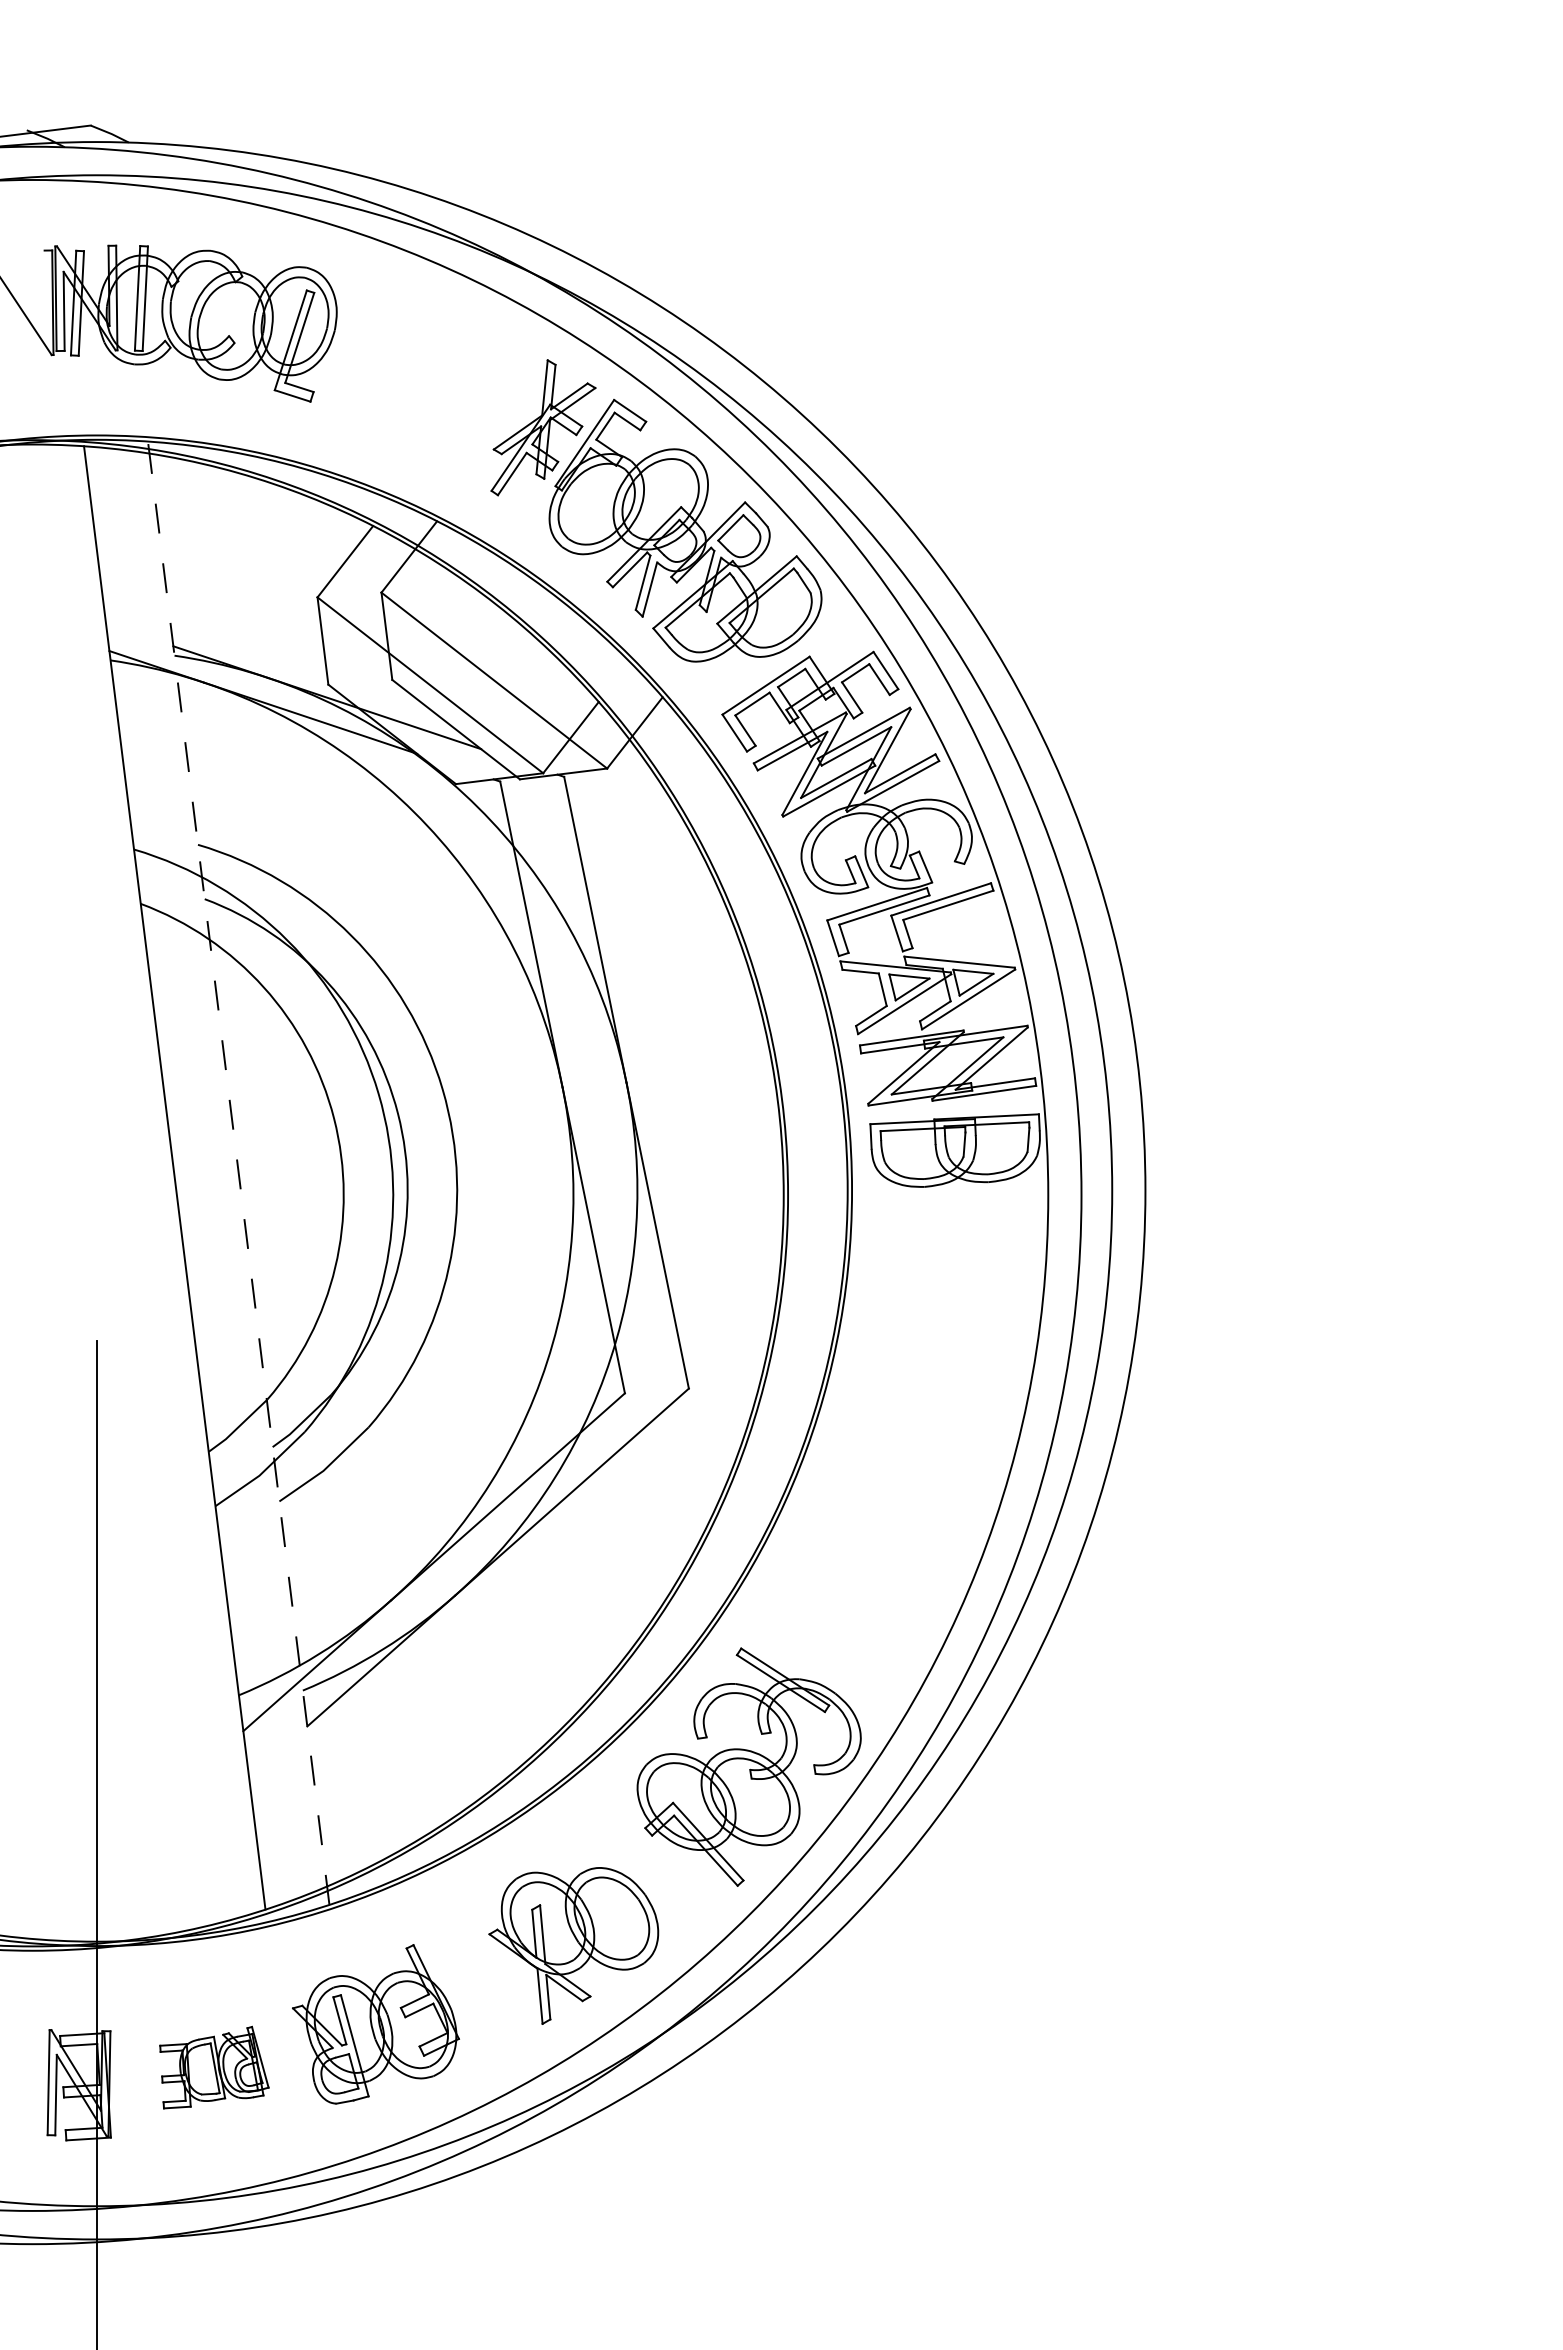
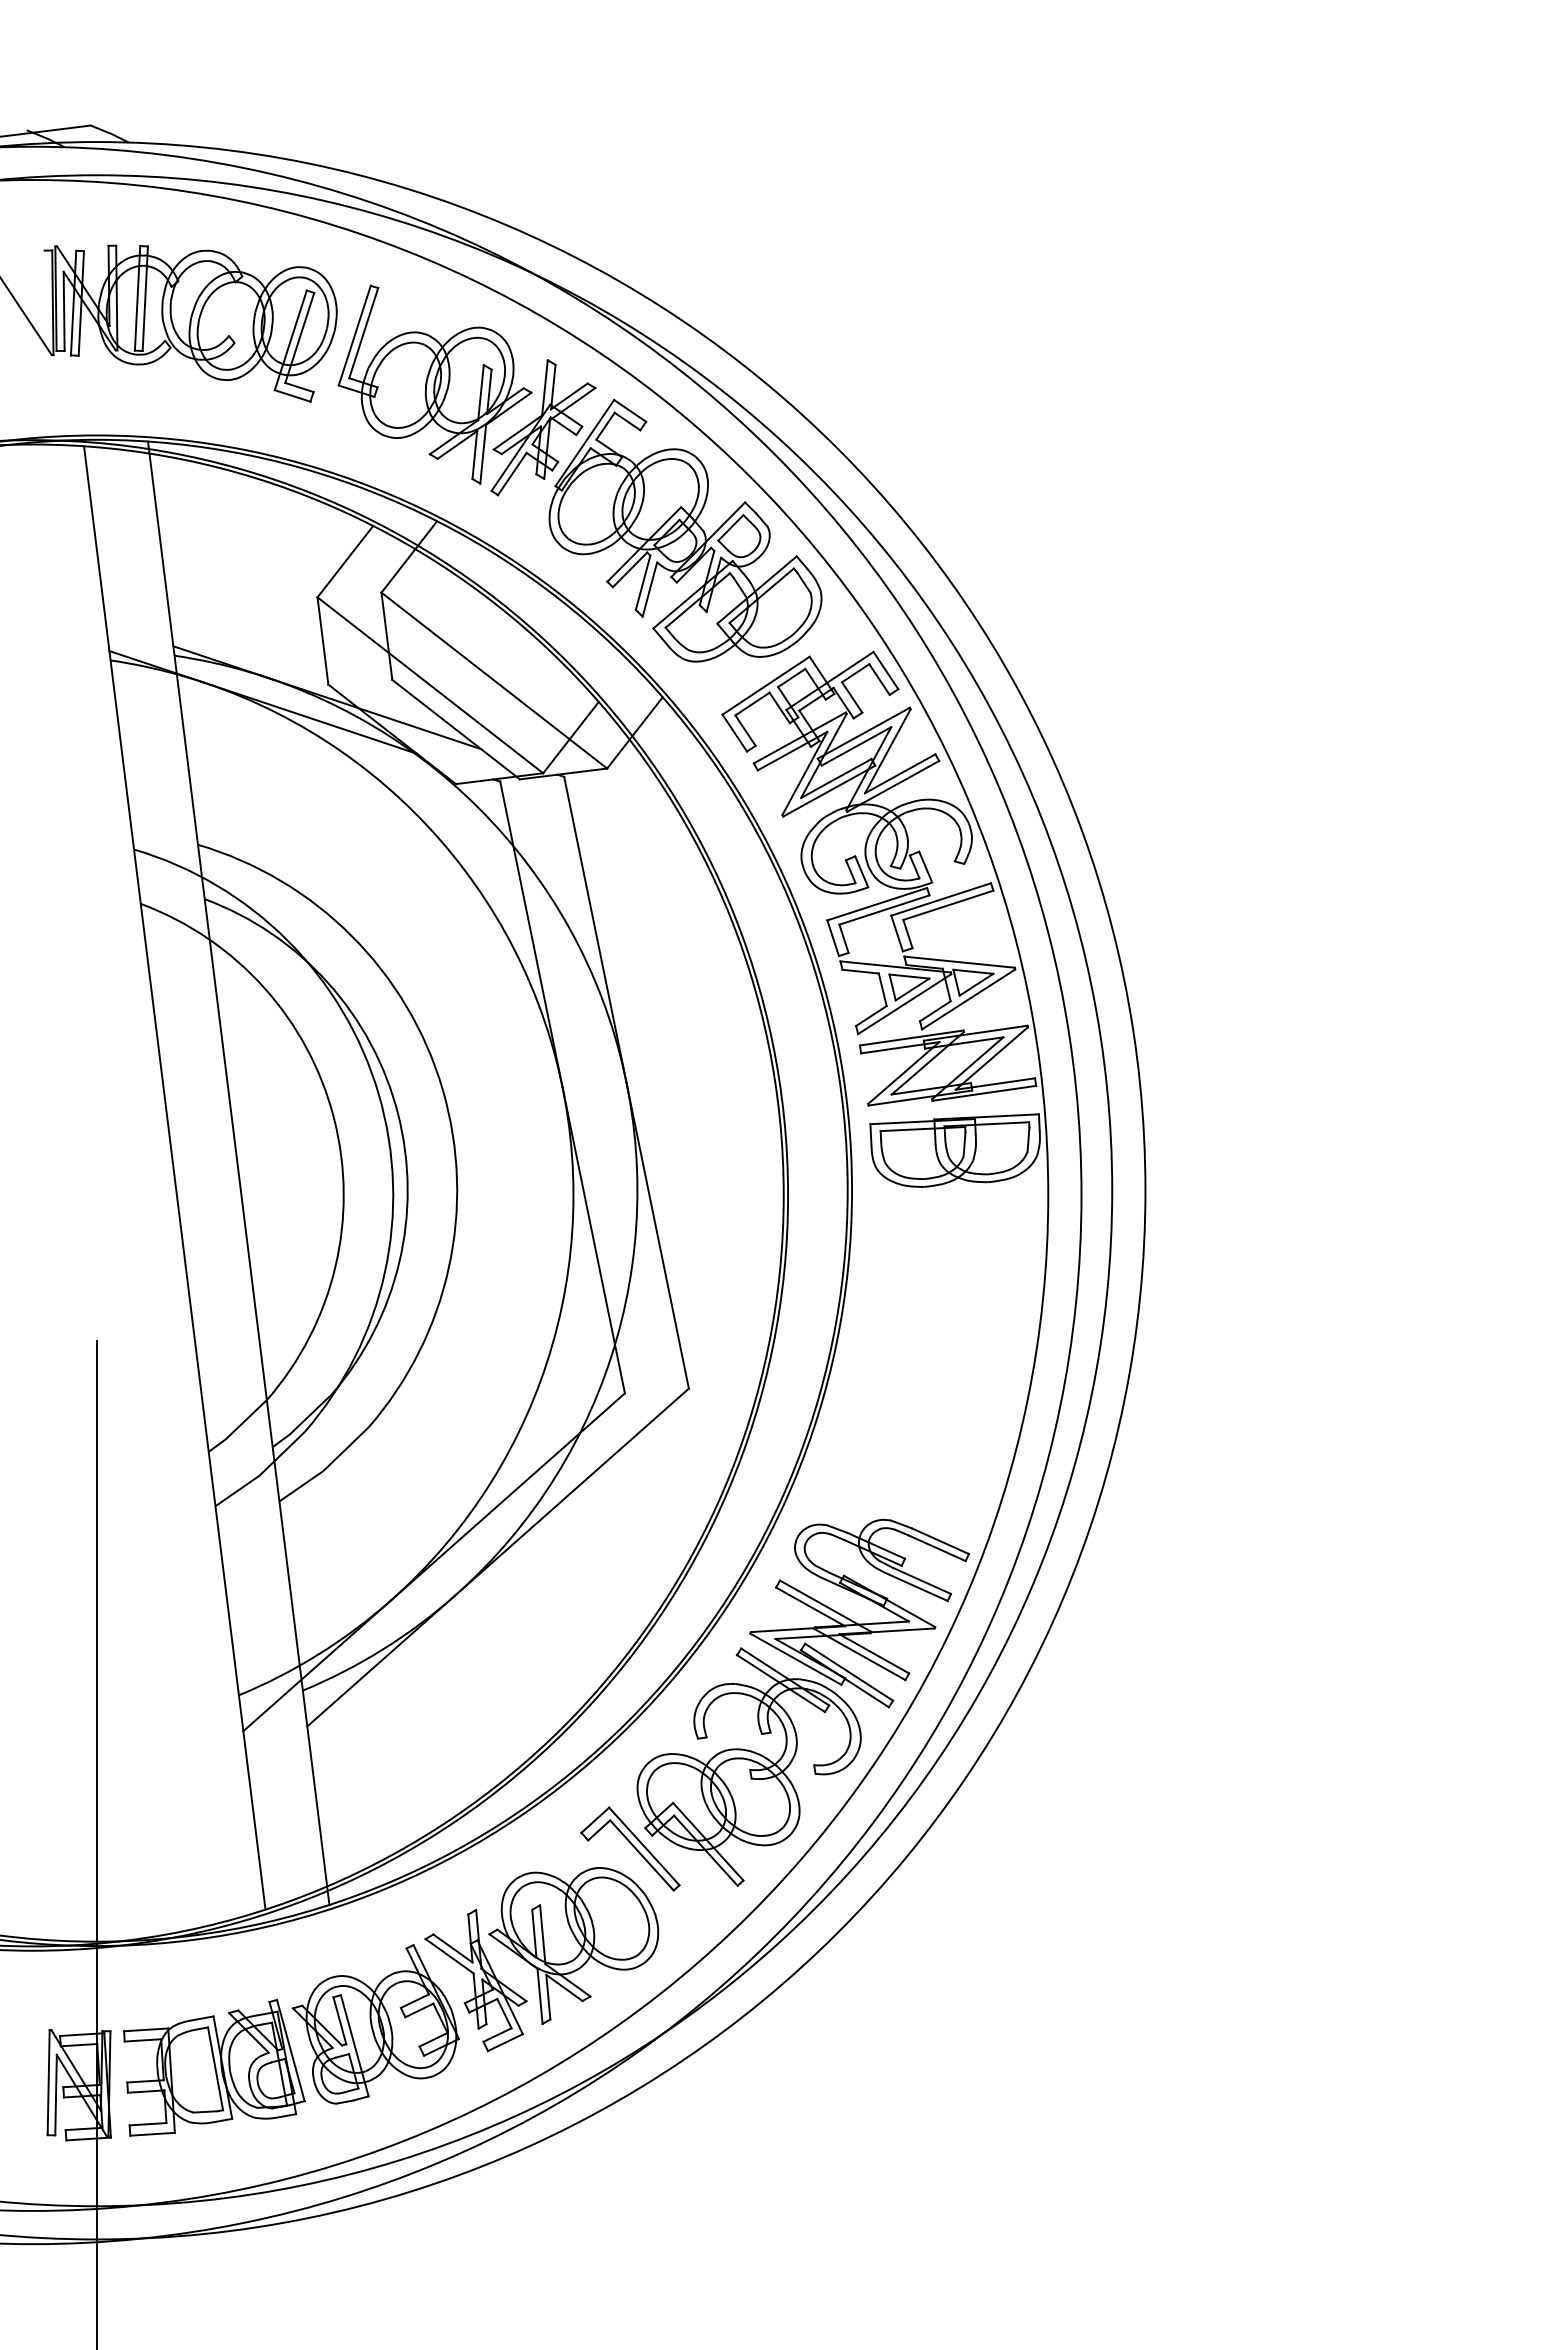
part at (434, 384): none -> present
line at (238, 1172): dashed -> solid
part at (855, 1621): none -> present
part at (630, 1848): none -> present
part at (475, 1980): none -> present
part at (214, 2067) size: 111x85 px -> 183x139 px
